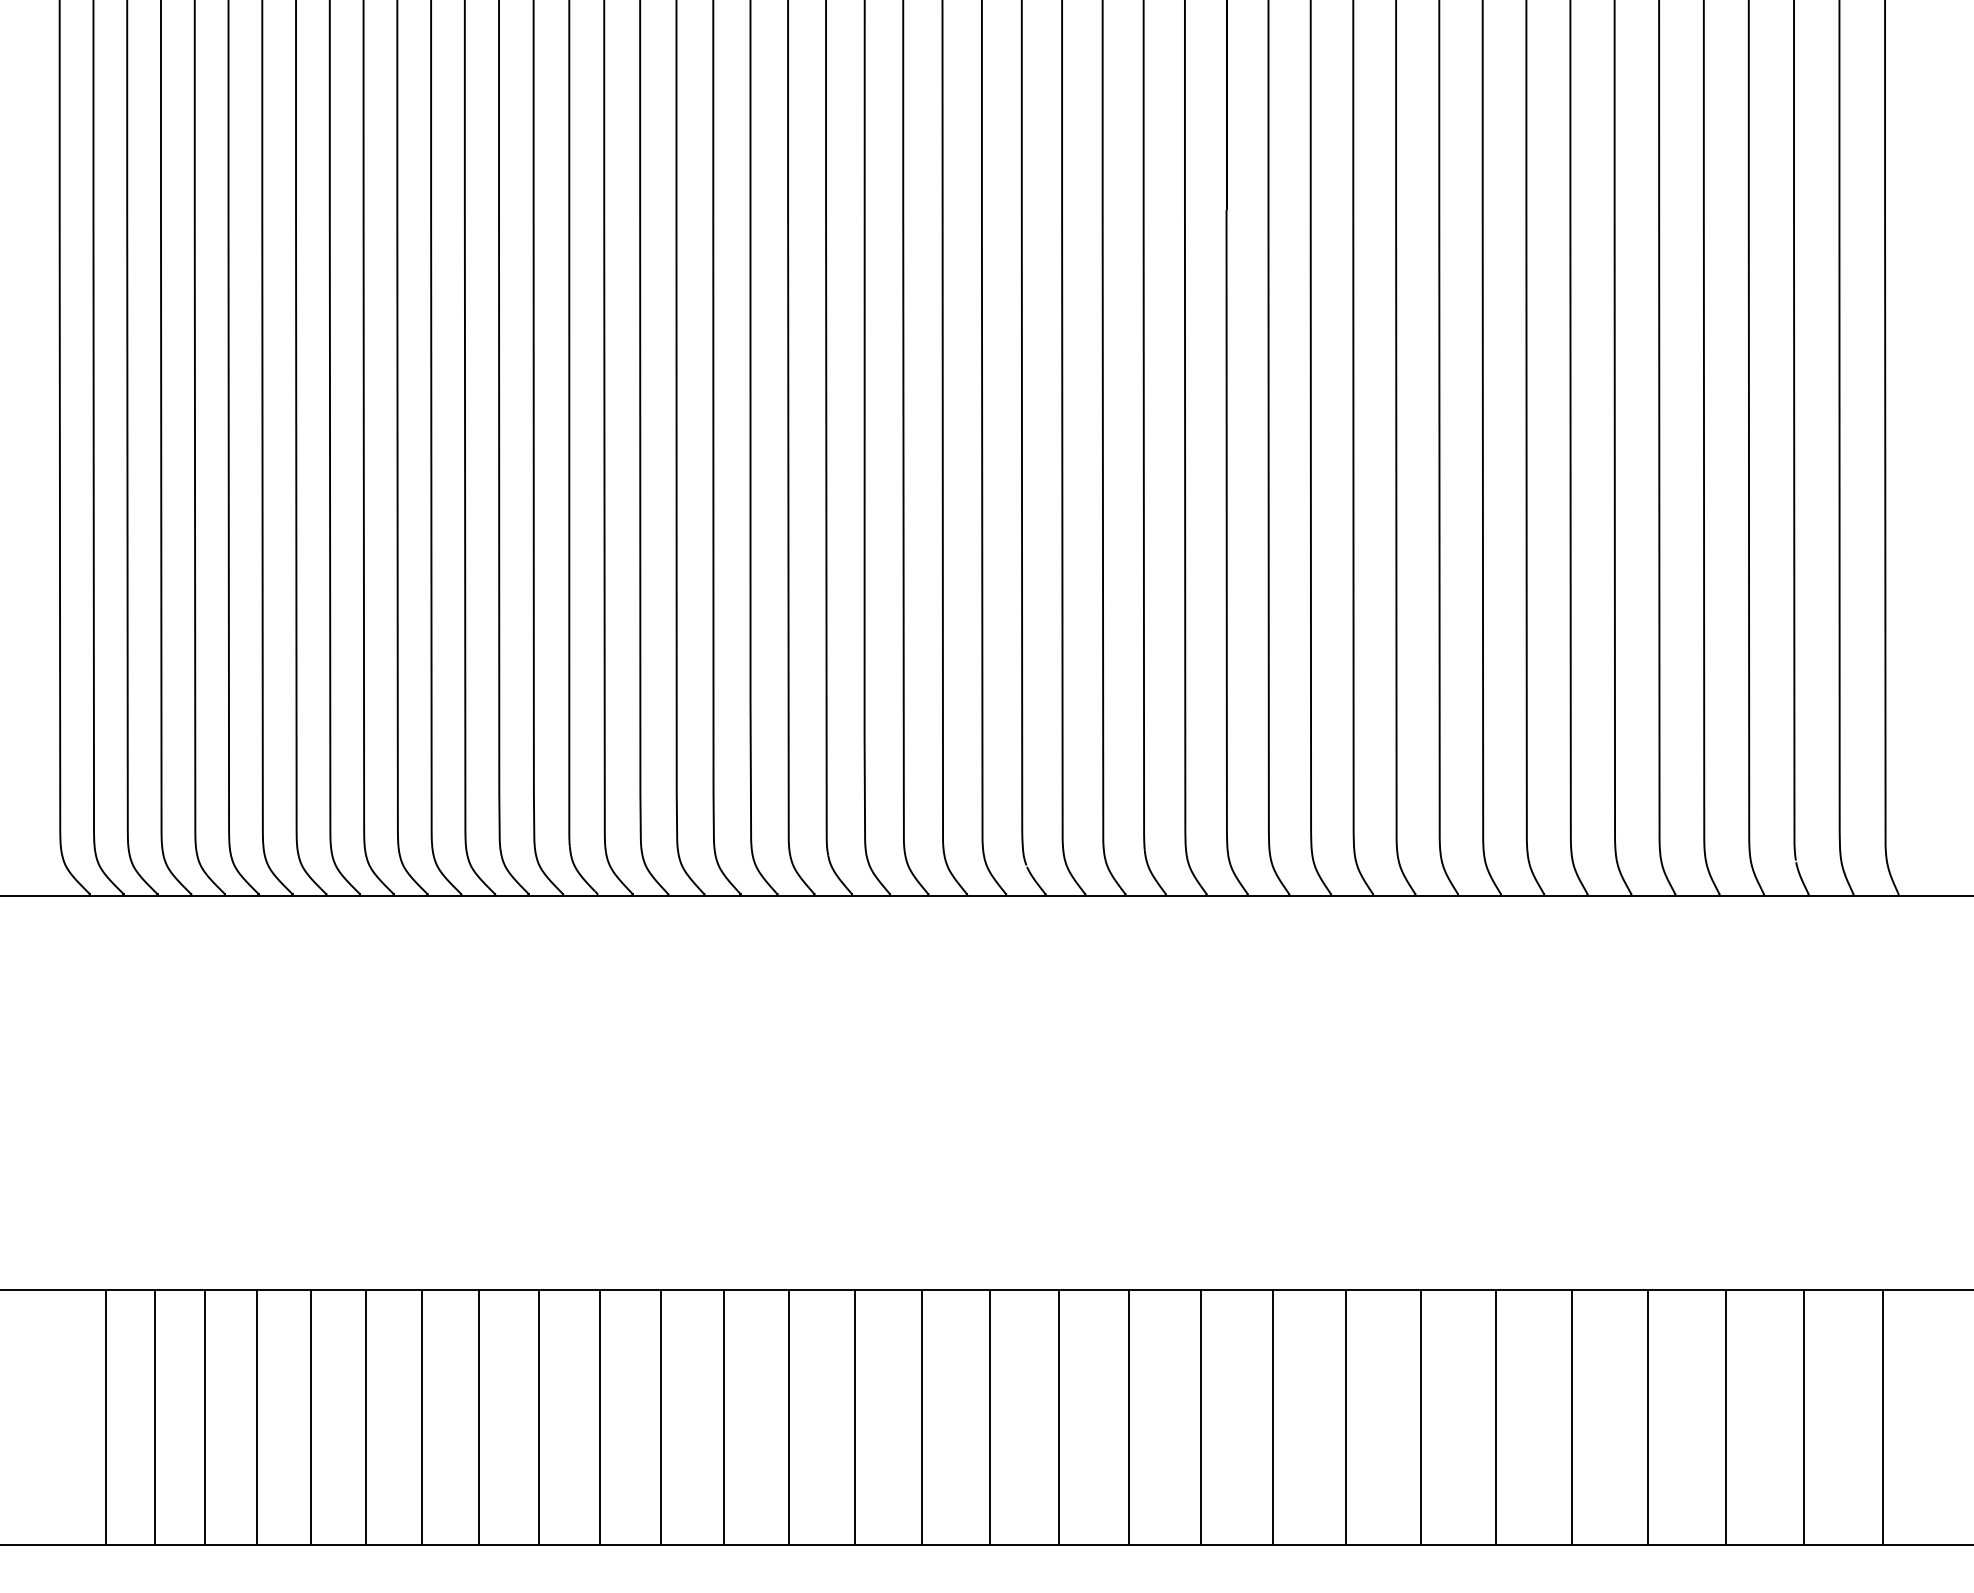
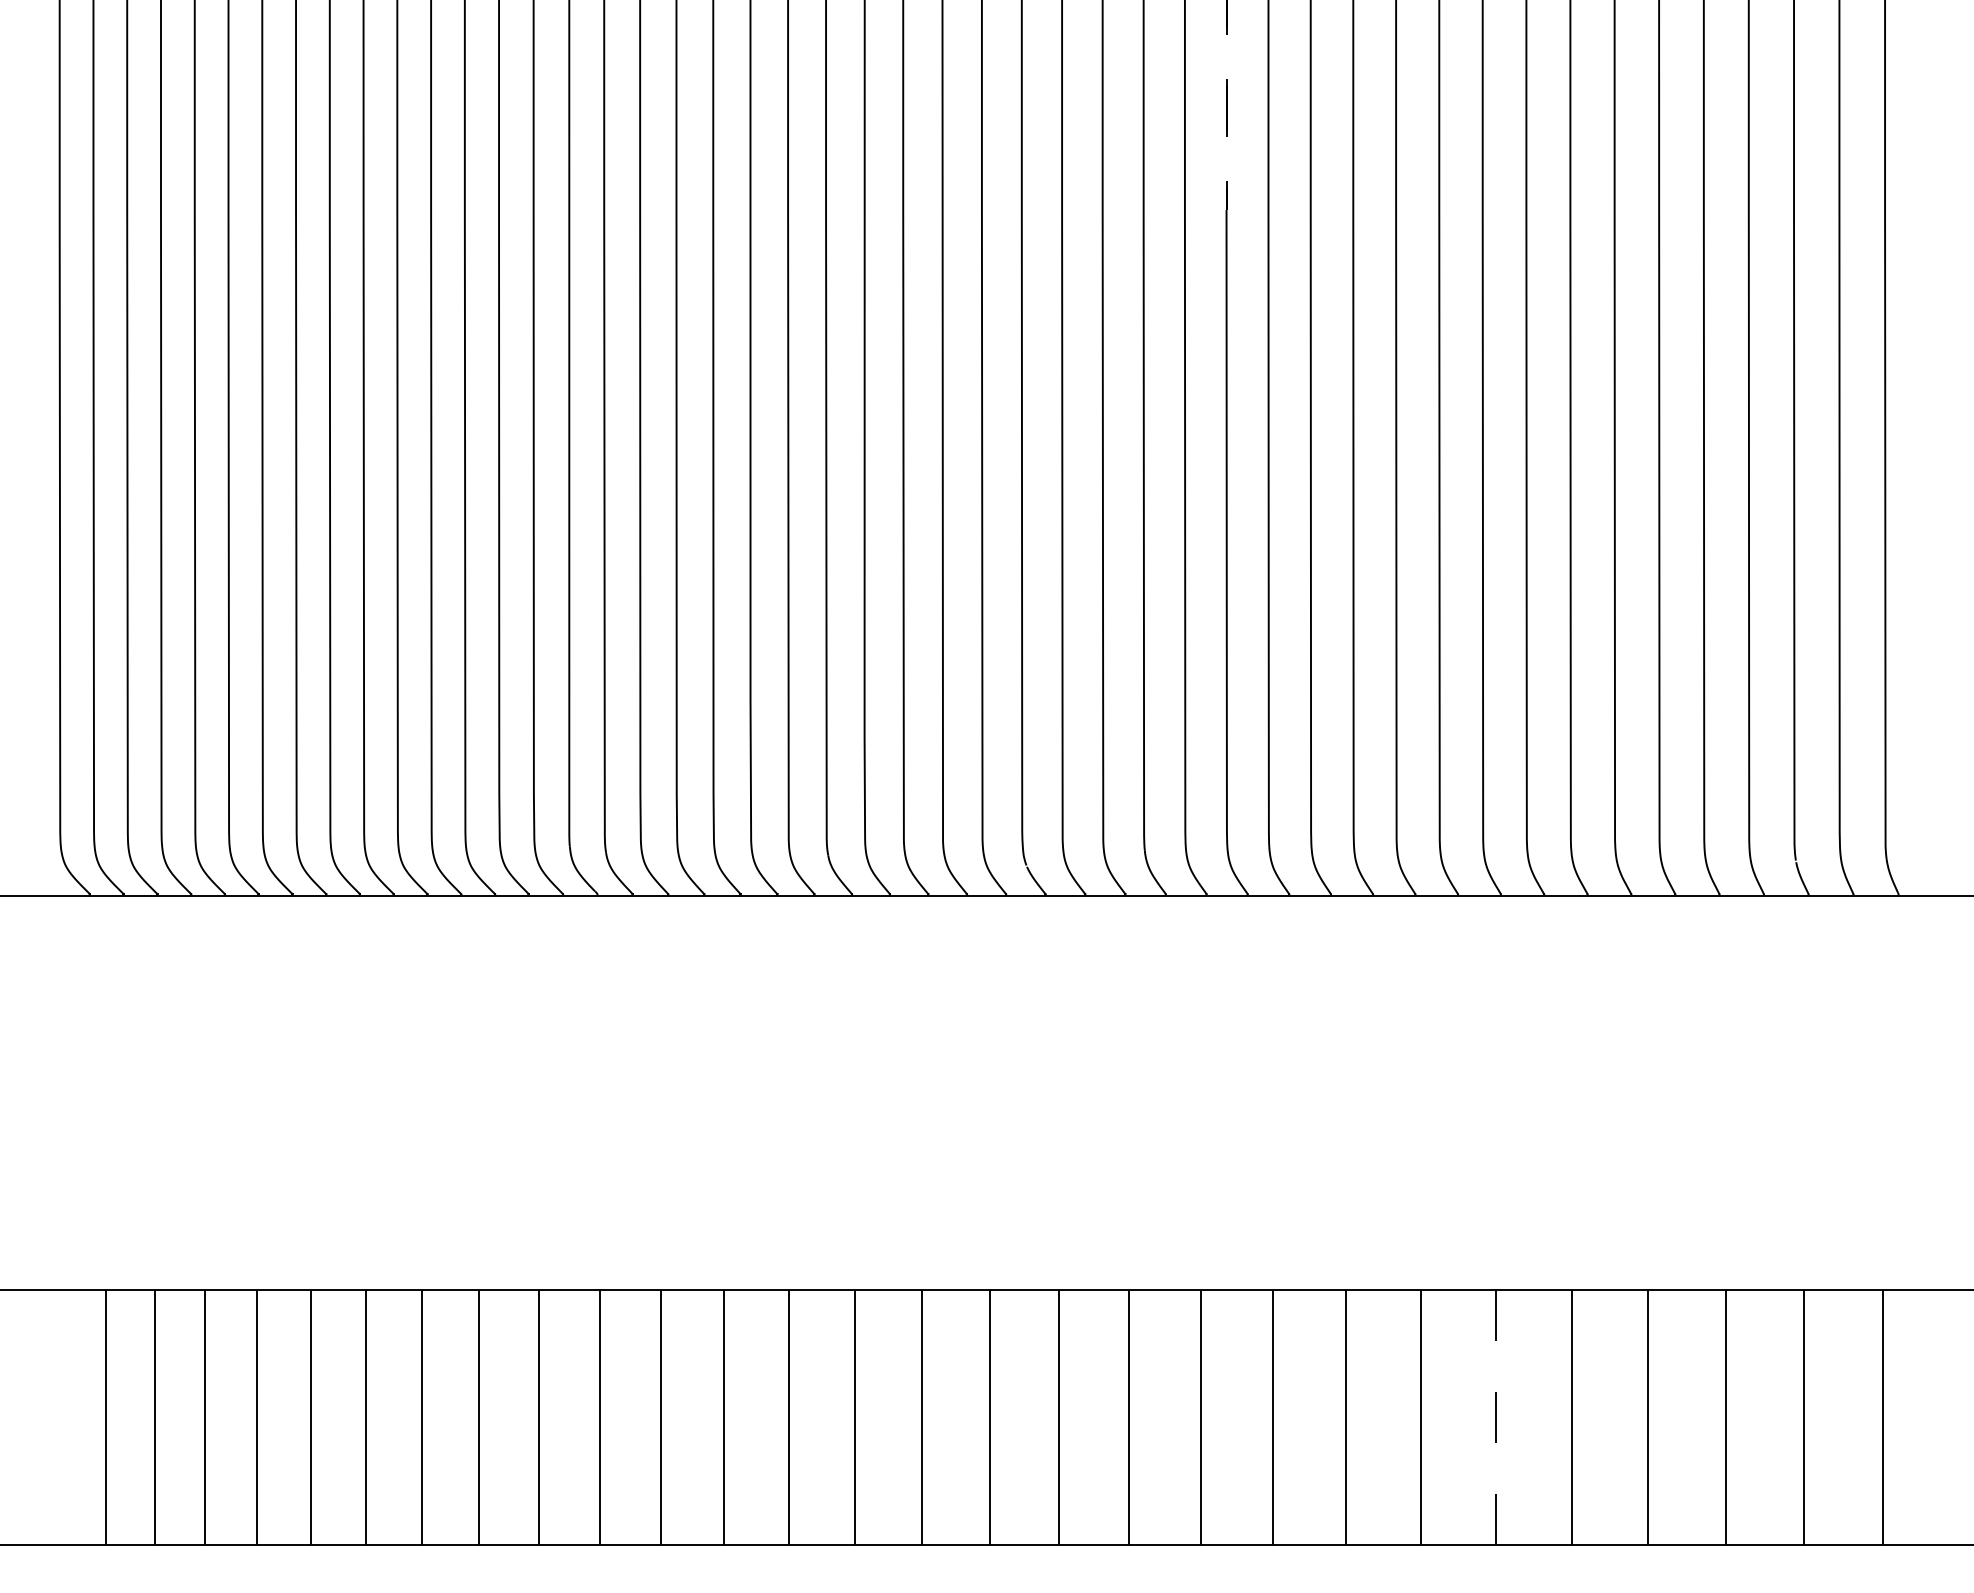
line at (1226, 210): solid -> dashed
line at (1495, 1417): solid -> dashed
